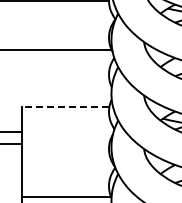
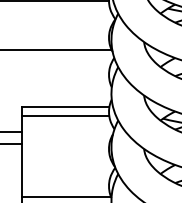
line at (65, 107): dashed -> solid
line at (65, 115): none -> present
